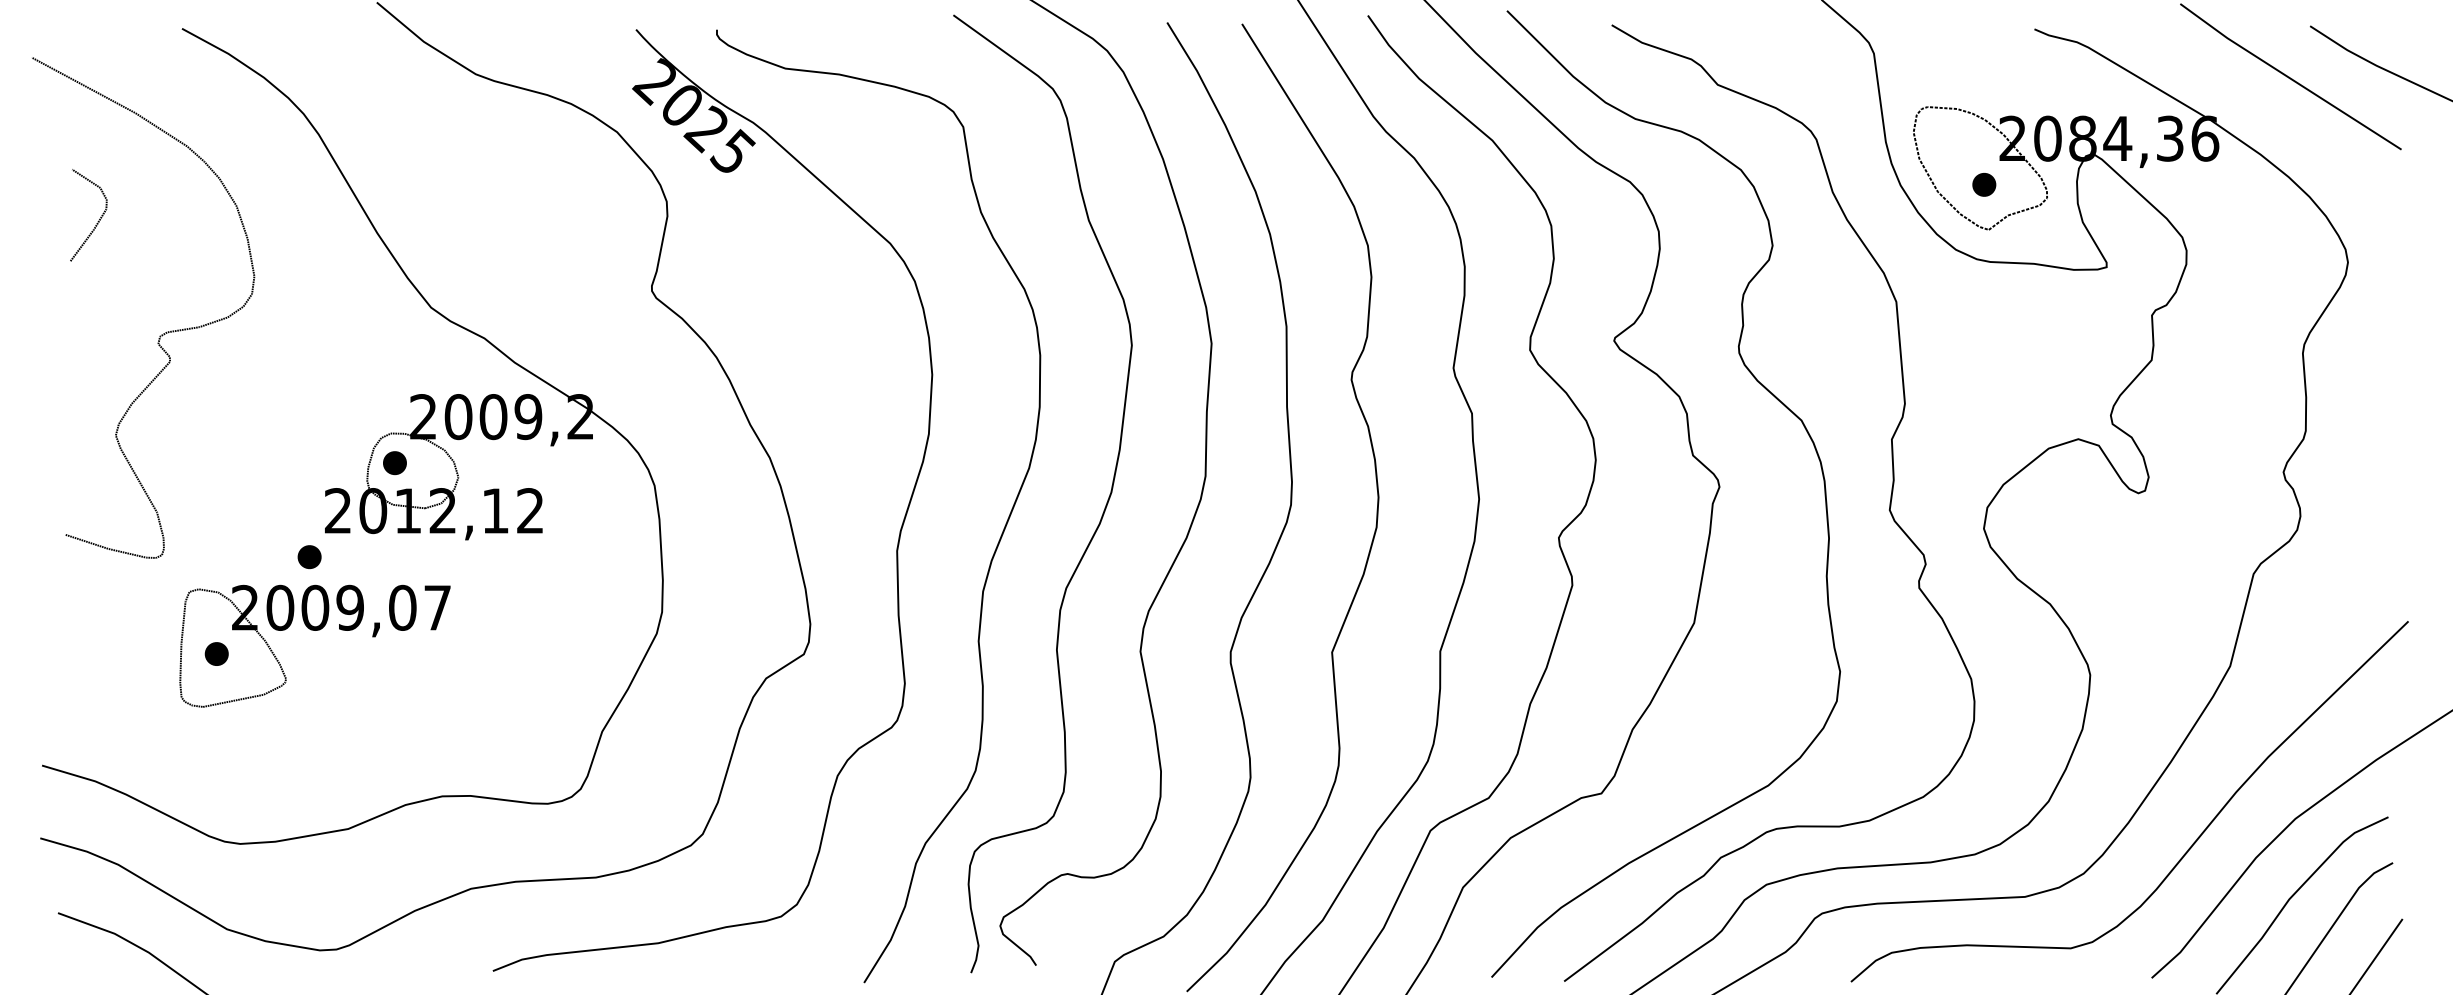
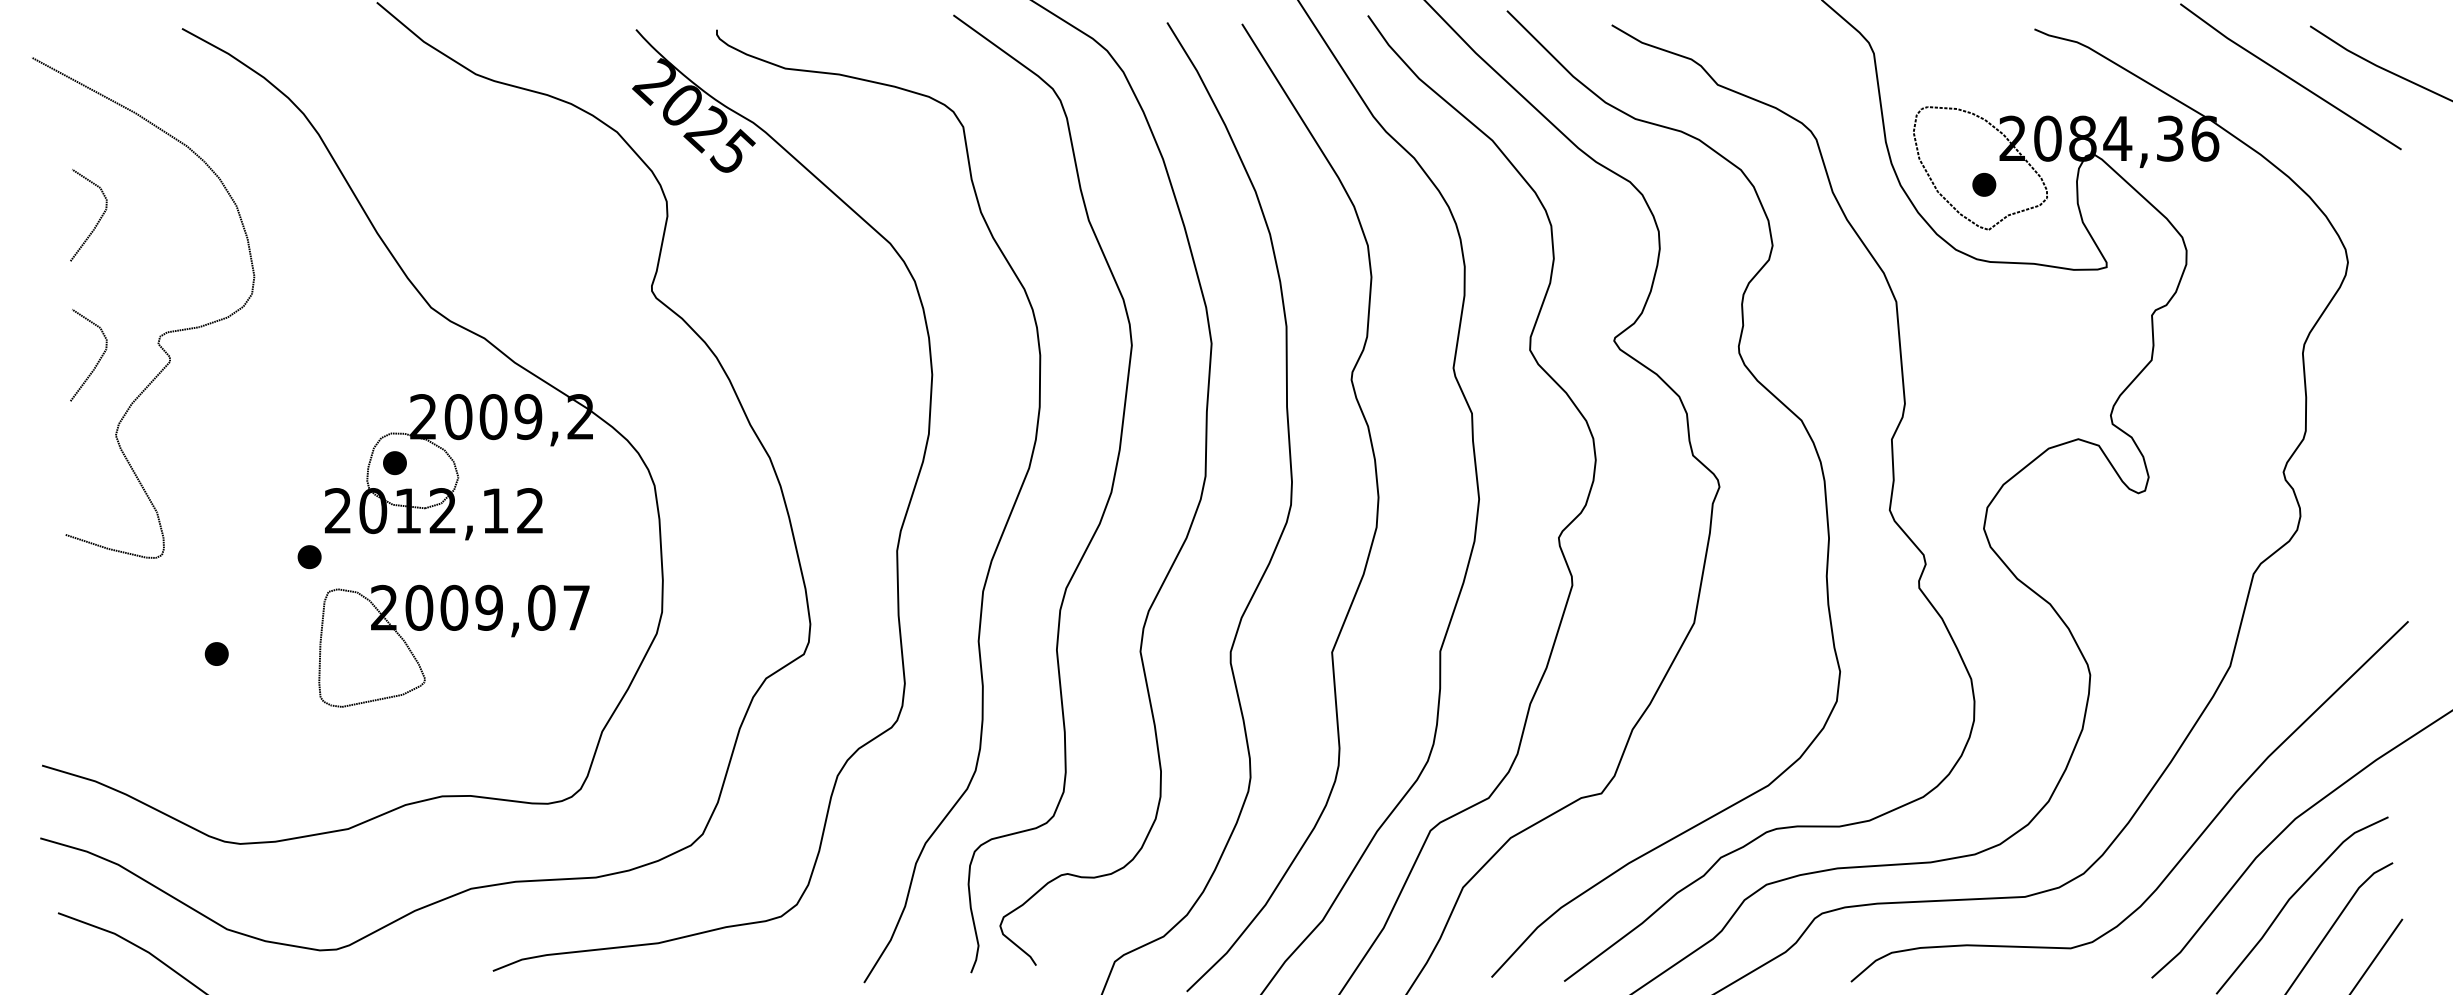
curve at (97, 361): none -> present
part at (314, 630) position: (314, 630) -> (453, 630)
